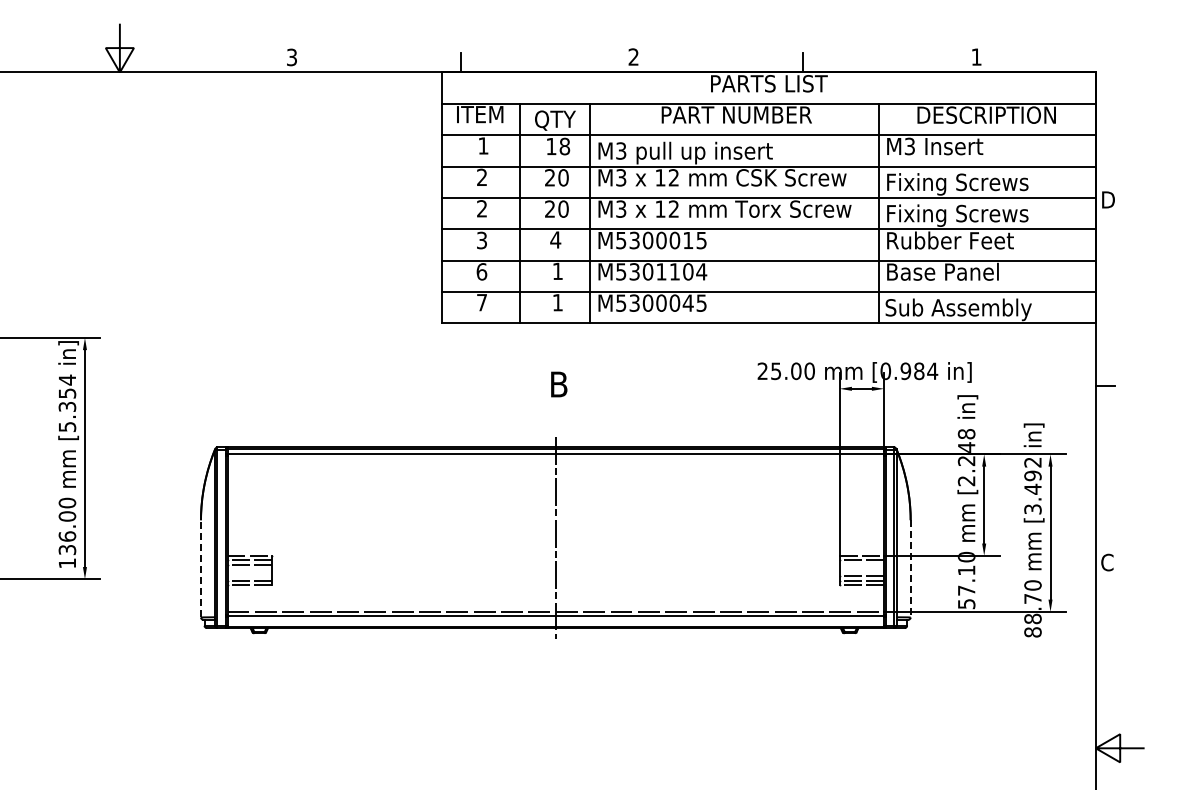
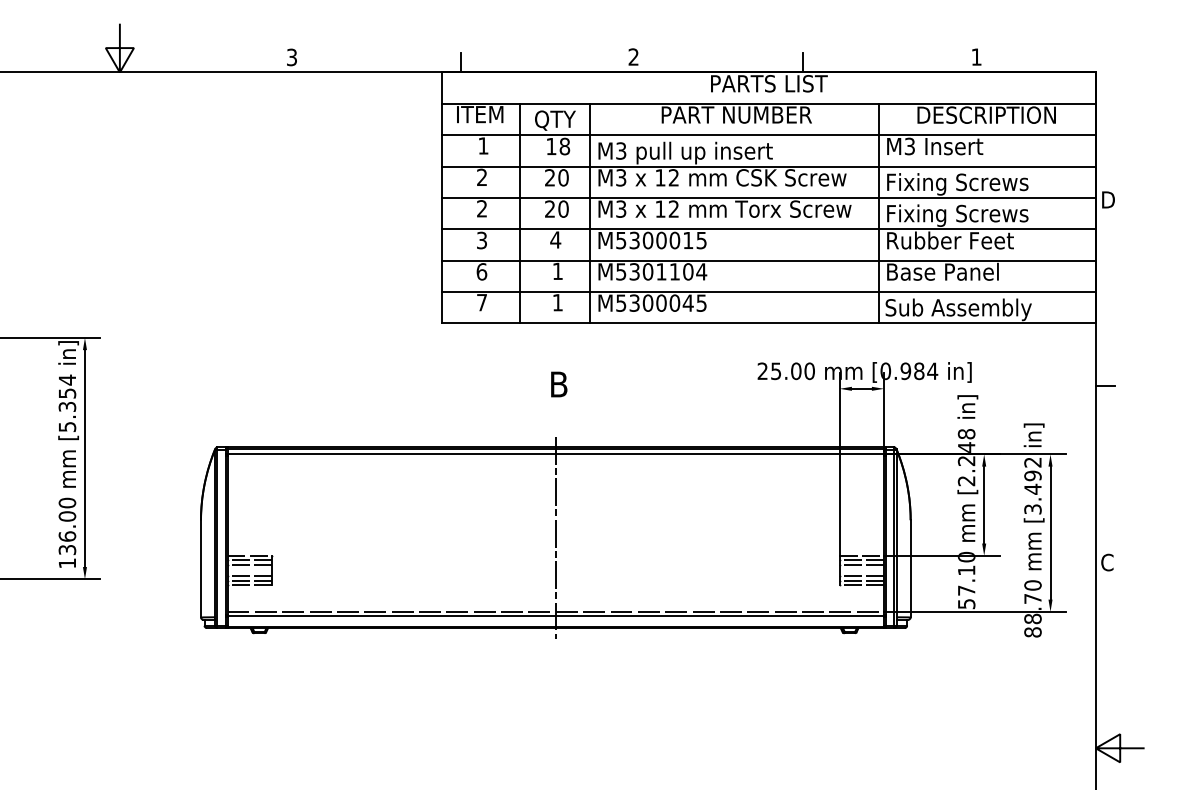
line at (861, 564): none -> present
line at (201, 568): dashed -> solid
line at (910, 568): dashed -> solid
line at (249, 575): none -> present
